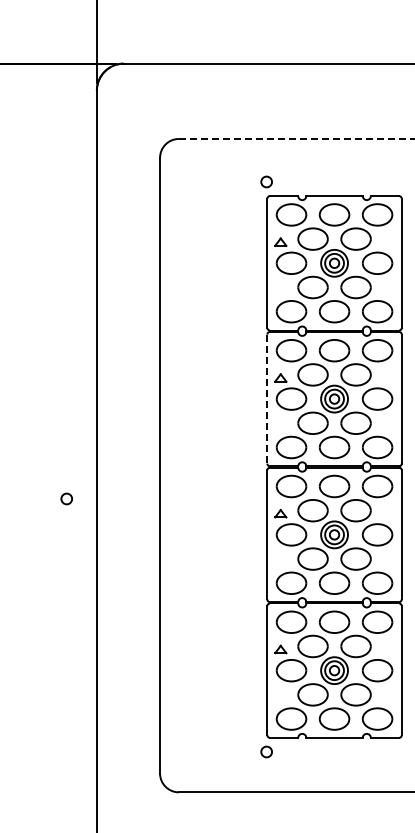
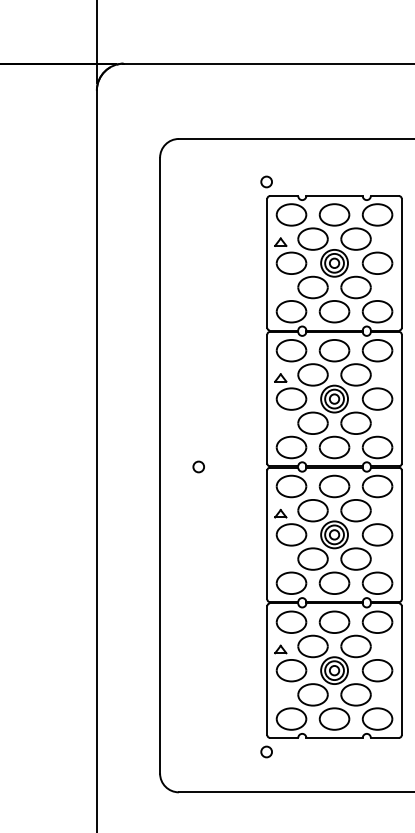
line at (296, 138): dashed -> solid
line at (267, 399): dashed -> solid
circle at (66, 498) position: (66, 498) -> (198, 466)
